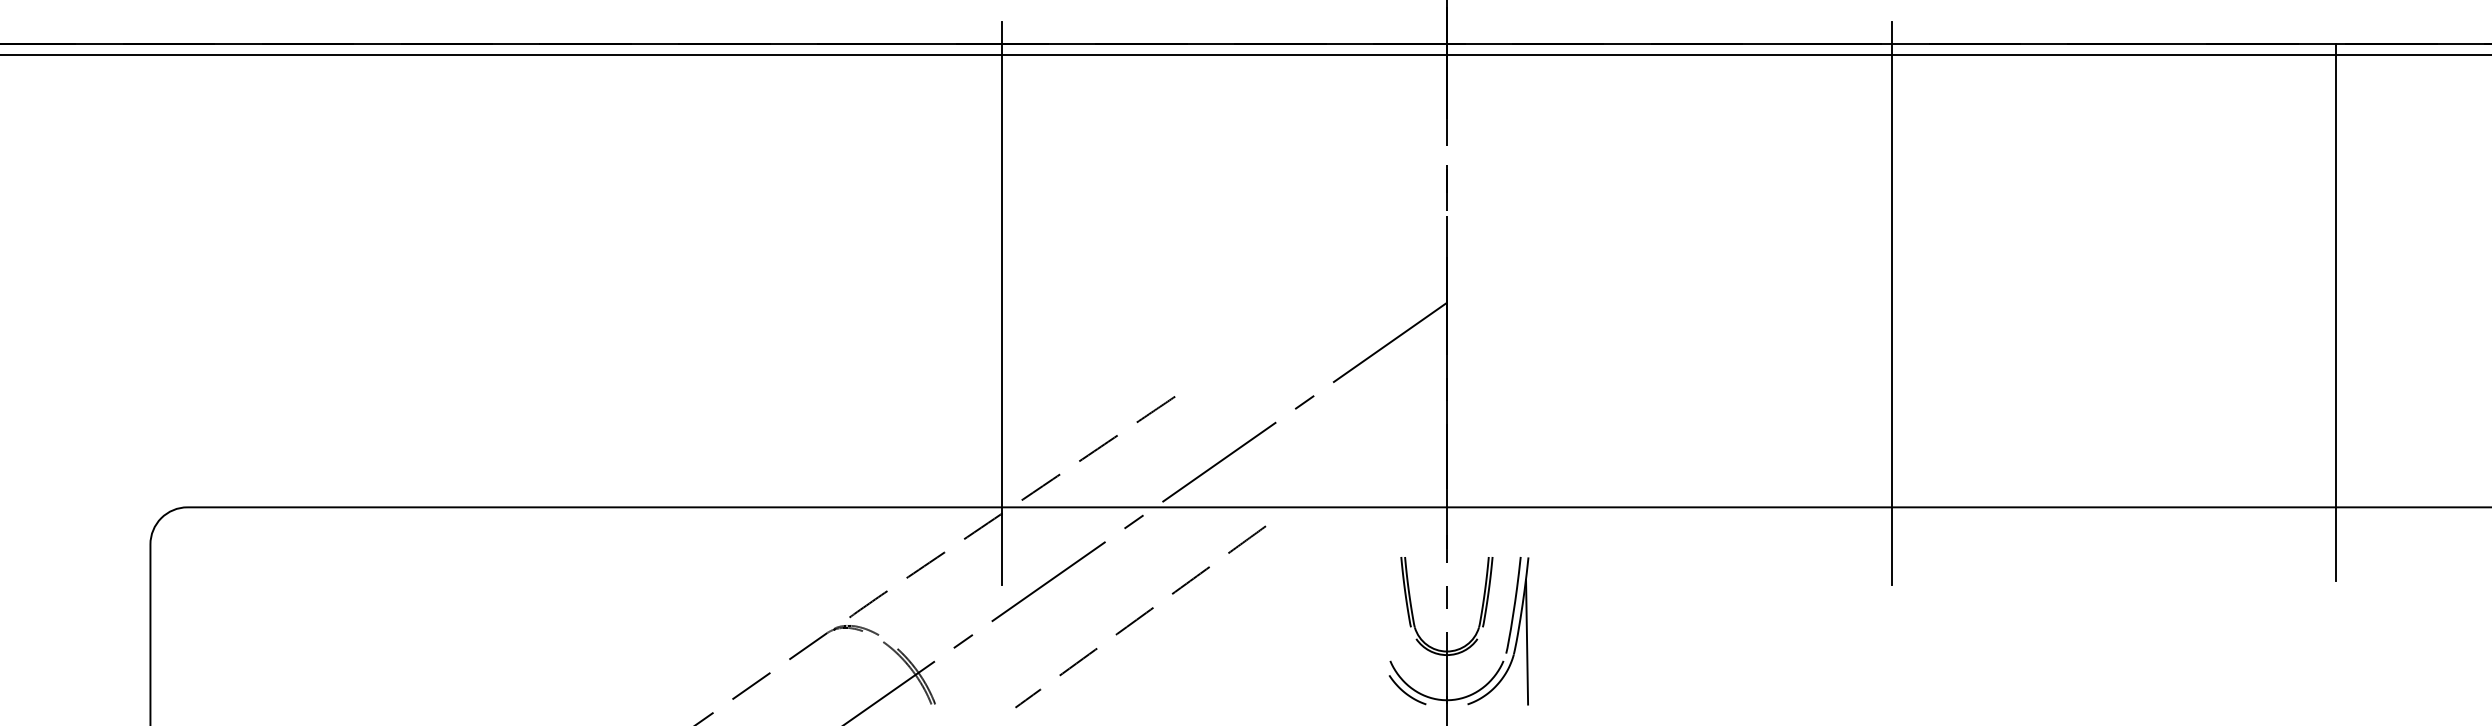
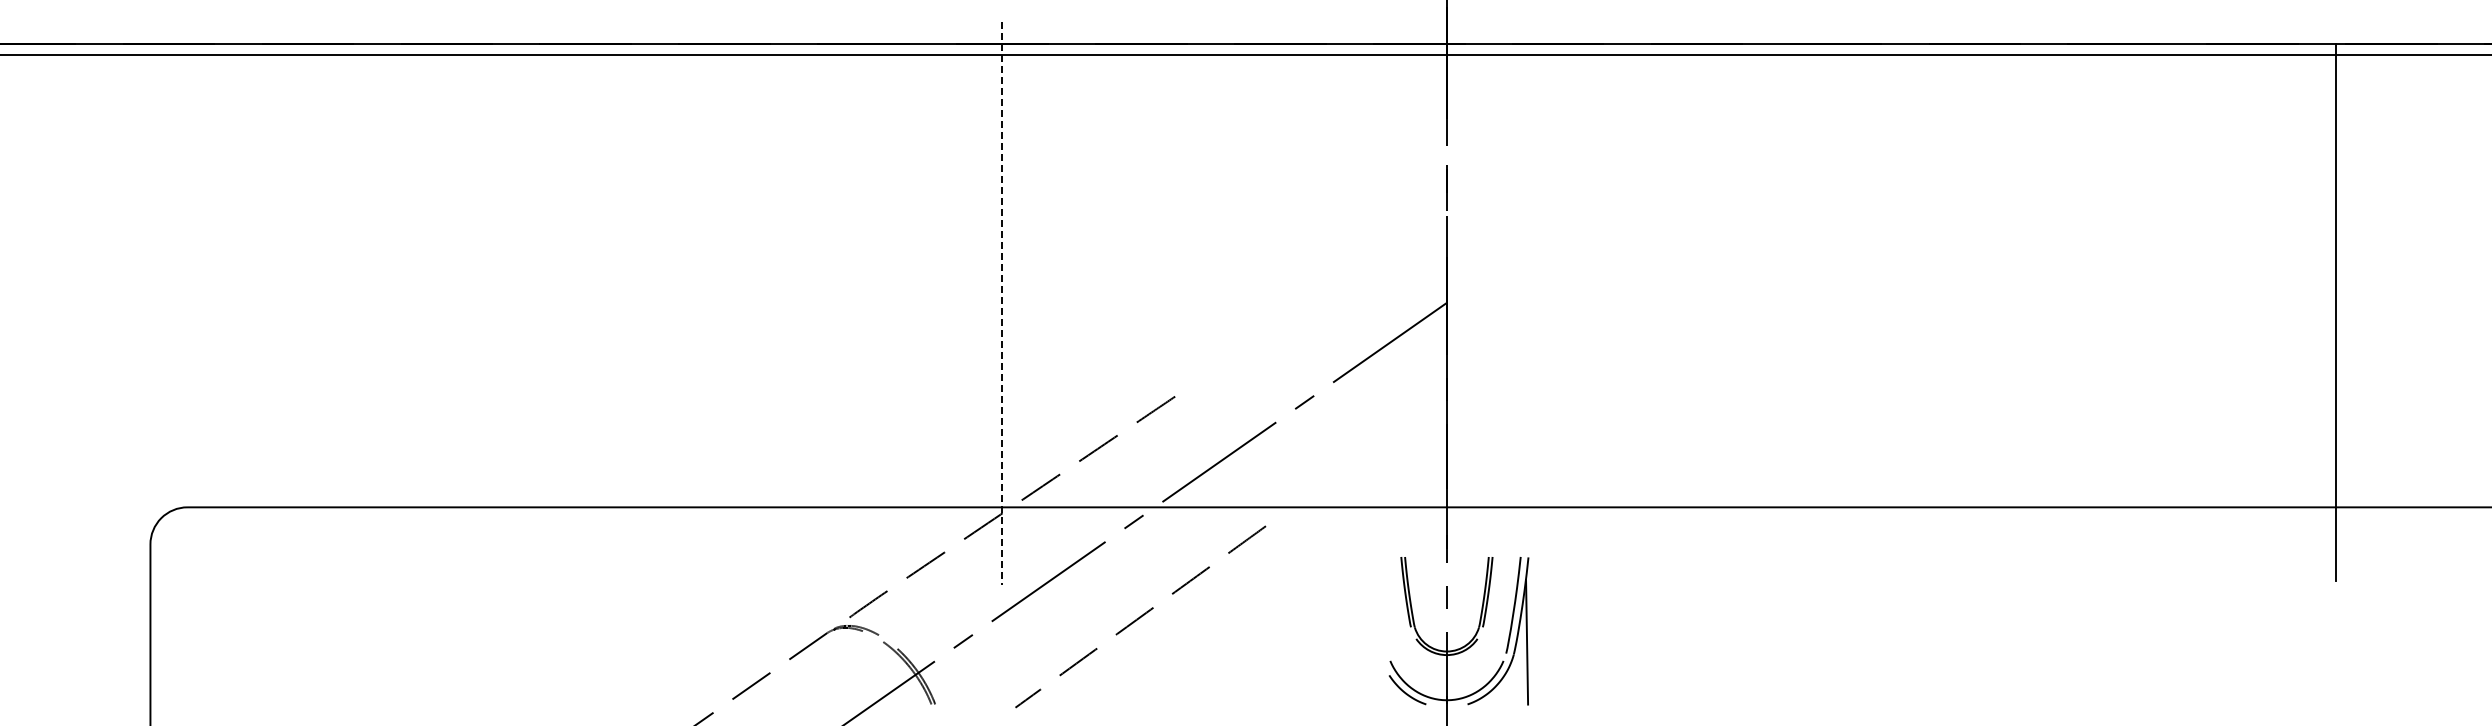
line at (1002, 303): solid -> dashed
line at (1891, 303): present -> none
